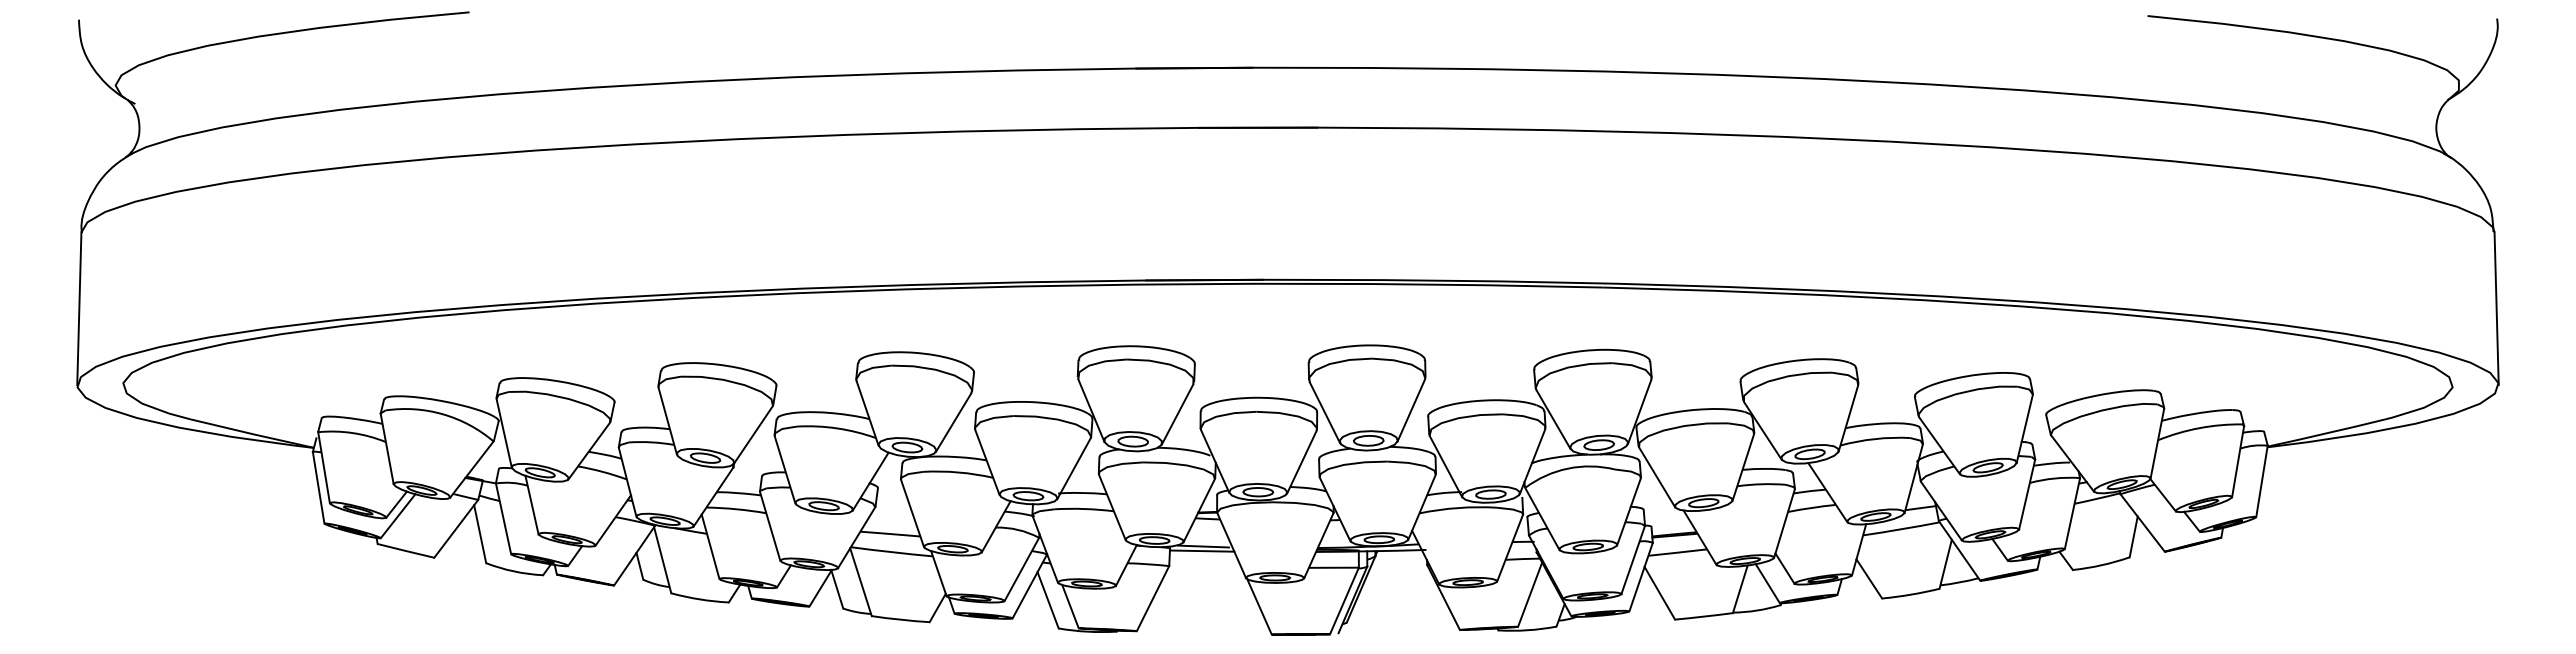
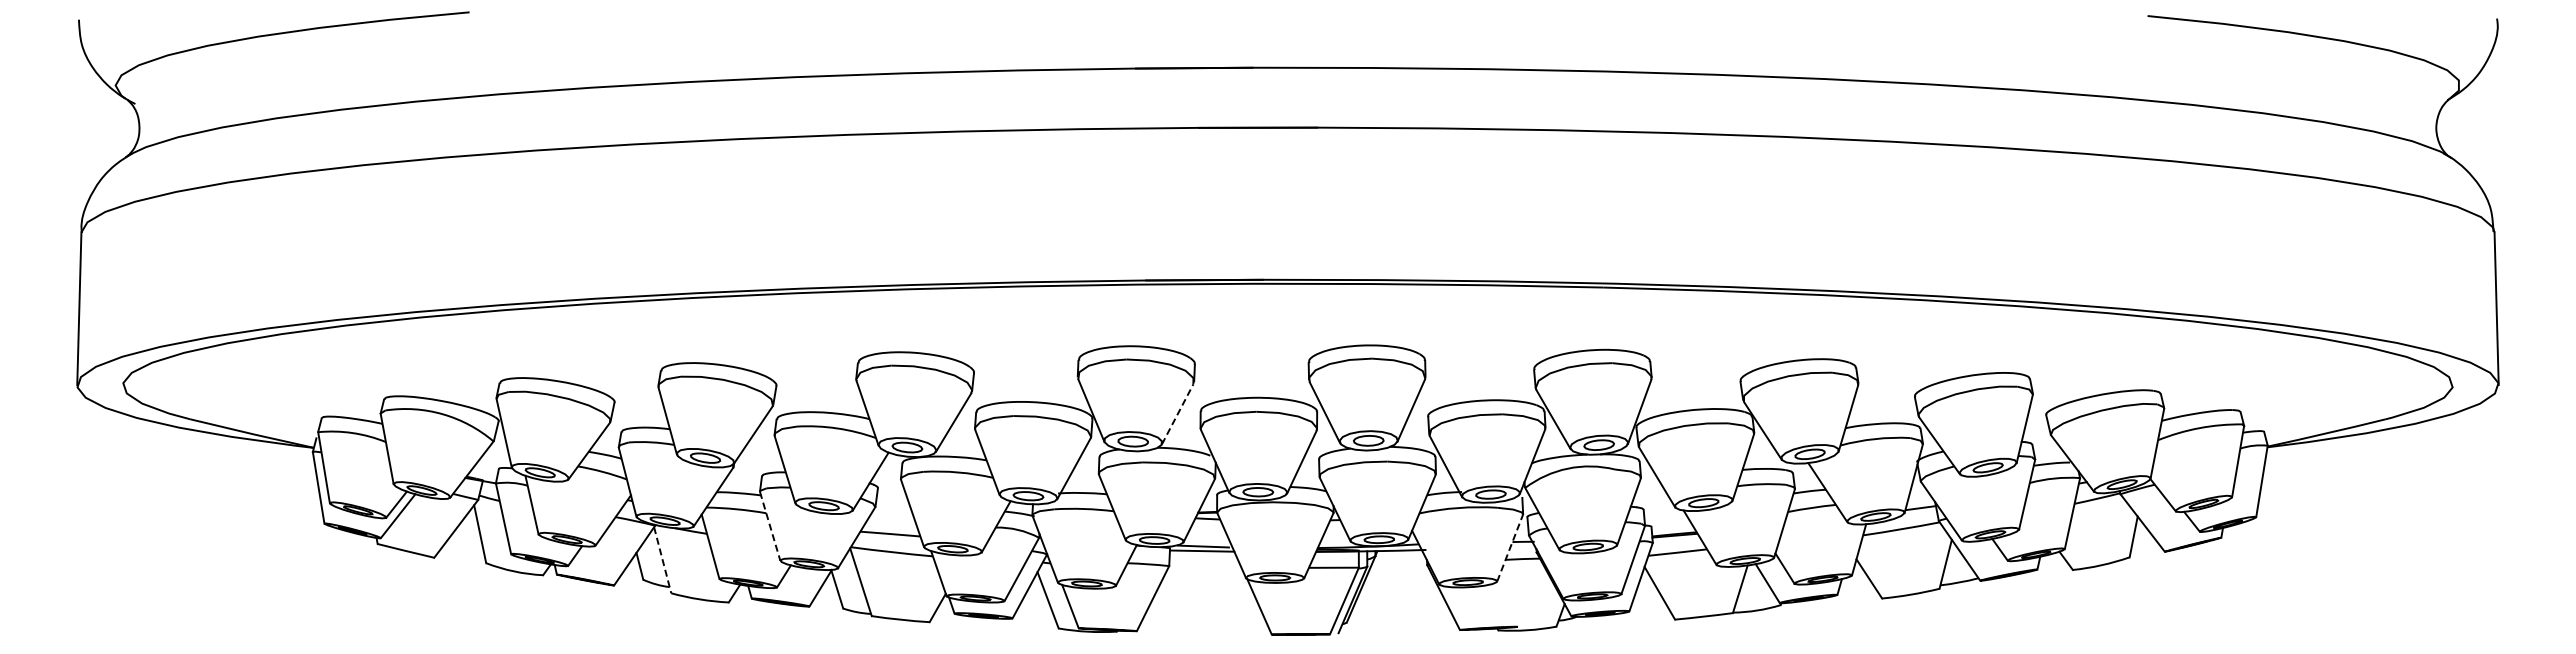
line at (1177, 414): solid -> dashed
line at (770, 526): solid -> dashed
line at (1510, 548): solid -> dashed
line at (662, 560): solid -> dashed
line at (1530, 594): present -> none
